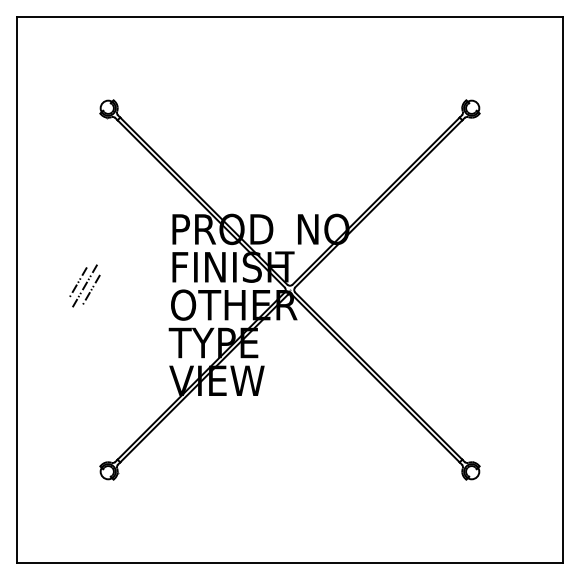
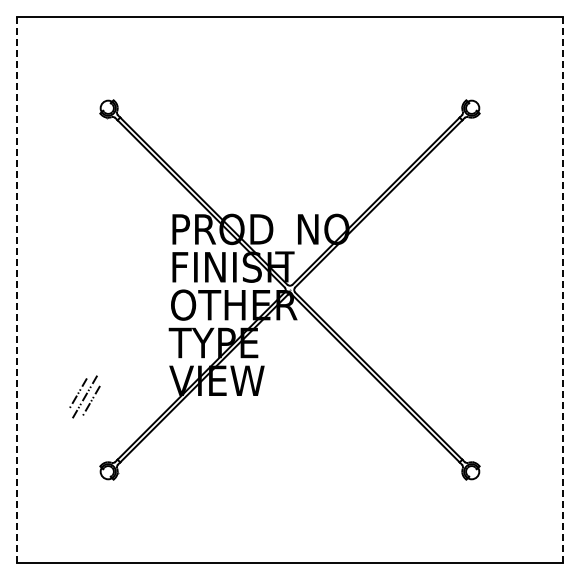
part at (84, 285) position: (84, 285) -> (84, 396)
line at (17, 290): solid -> dashed
line at (562, 290): solid -> dashed
